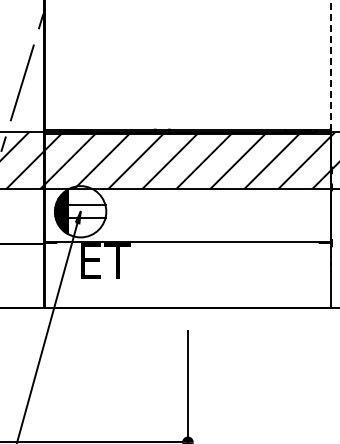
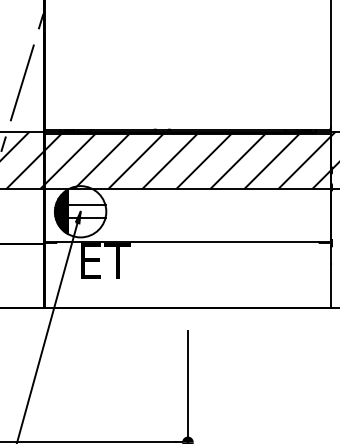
line at (330, 65): dashed -> solid
